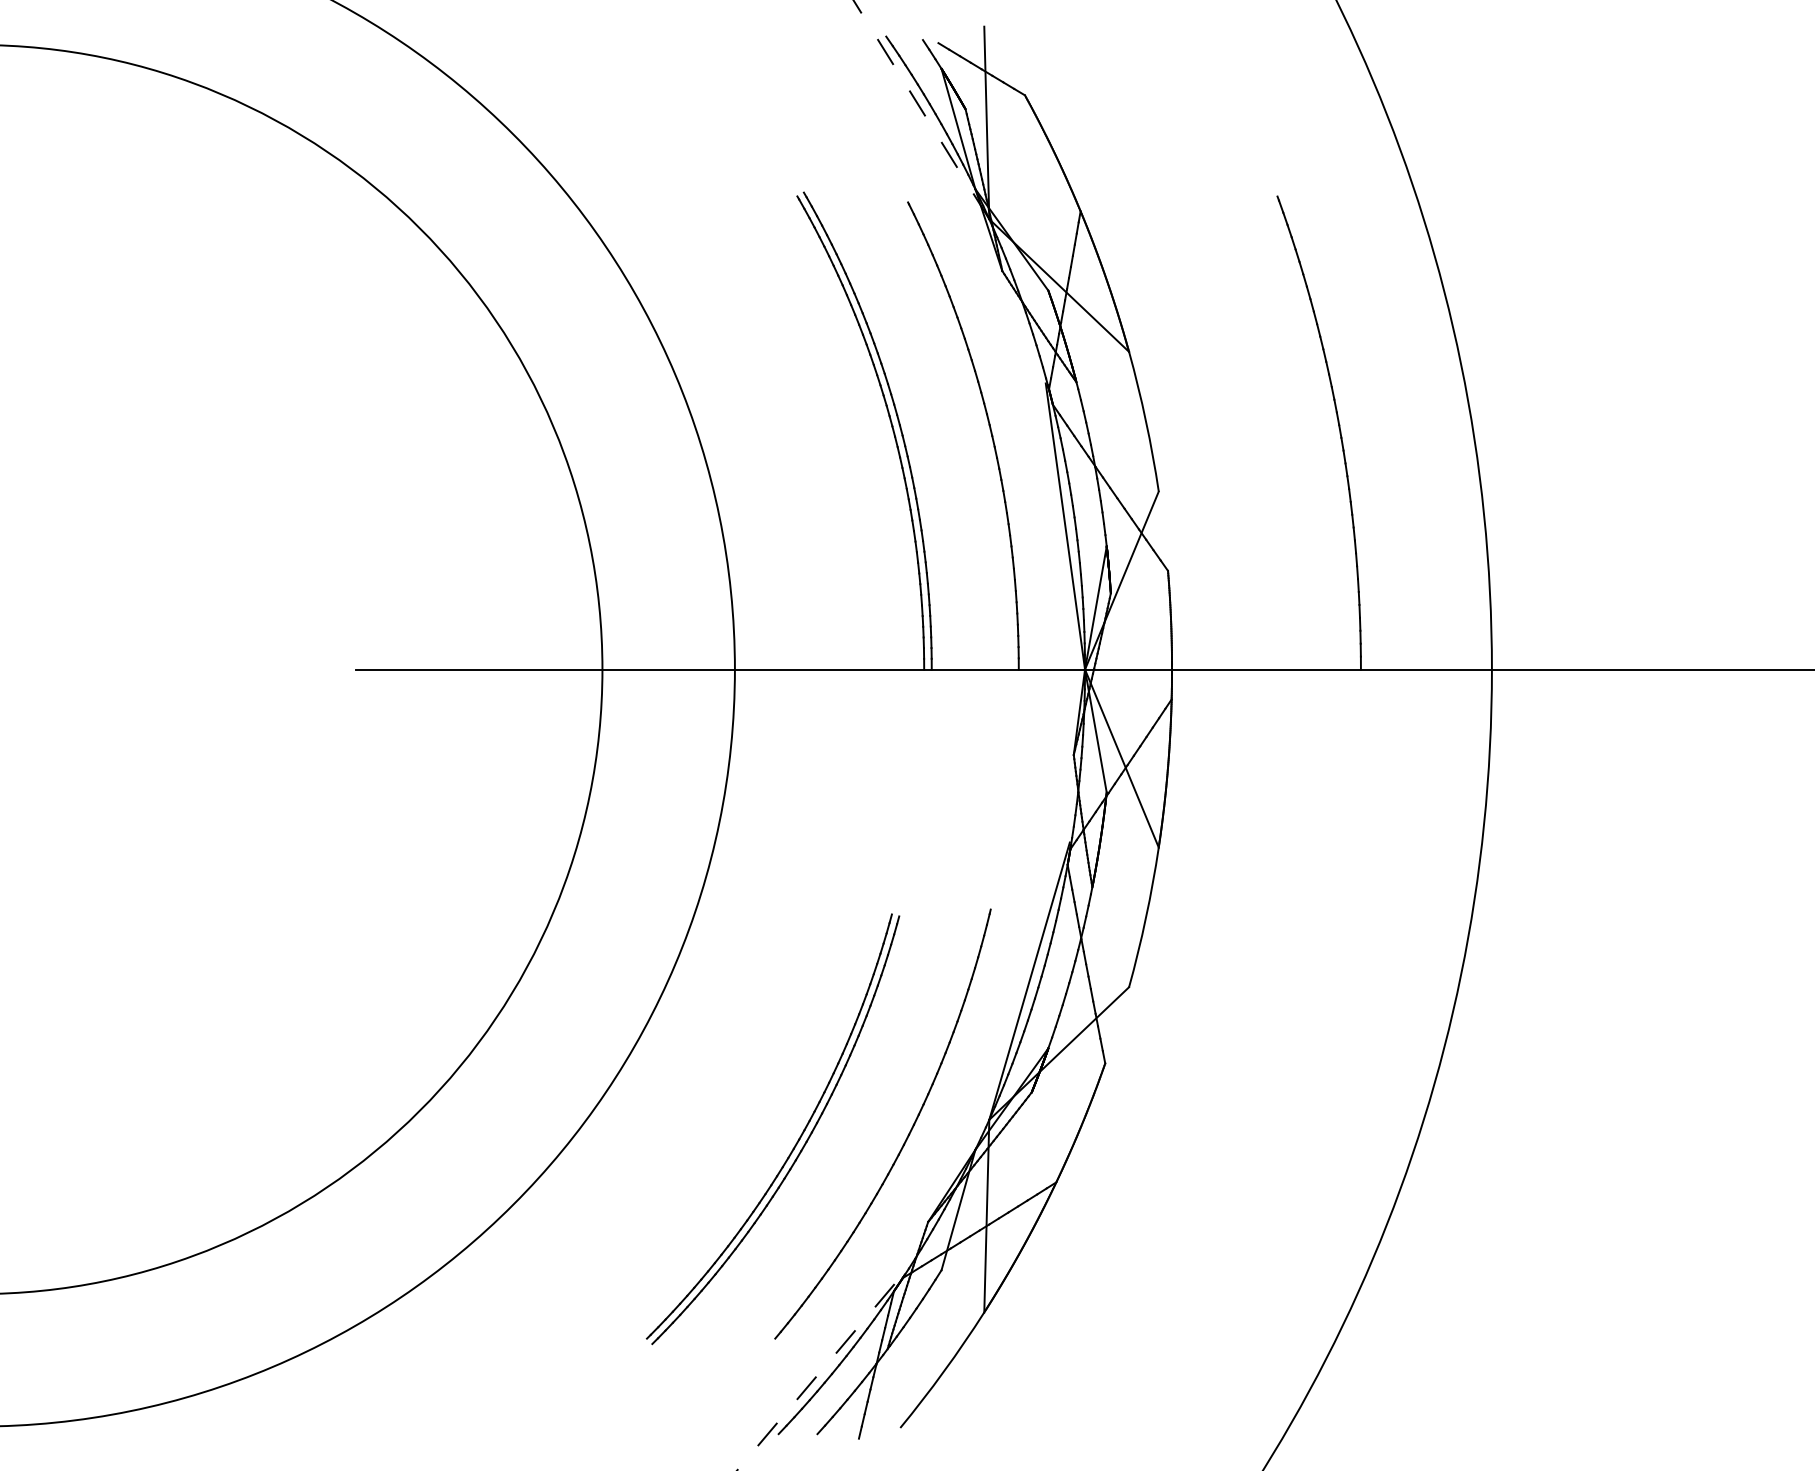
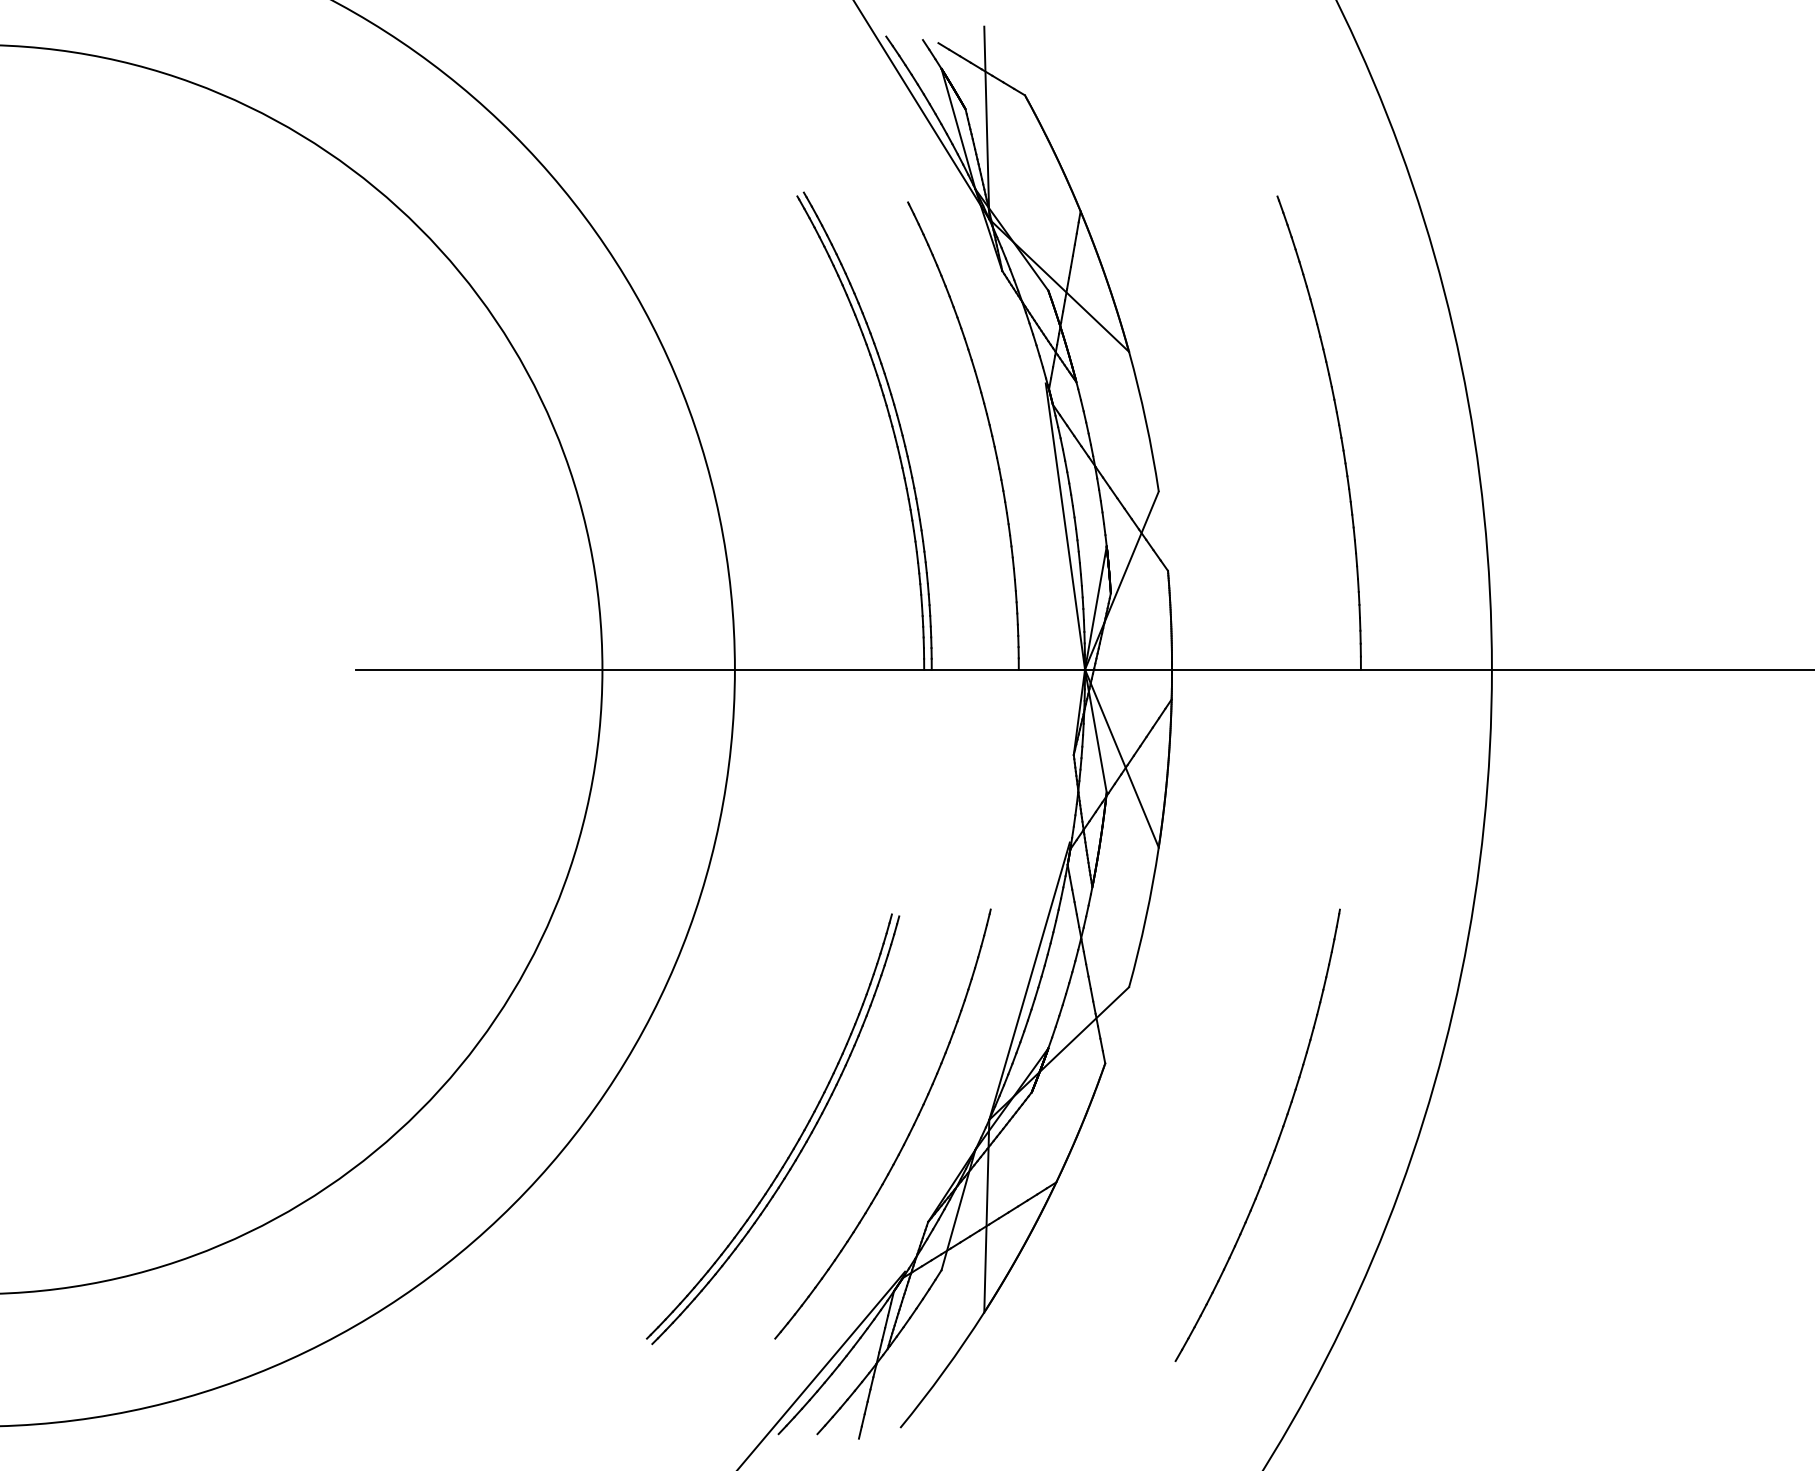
line at (921, 109): dashed -> solid
part at (1275, 1144): none -> present
line at (821, 1370): dashed -> solid
